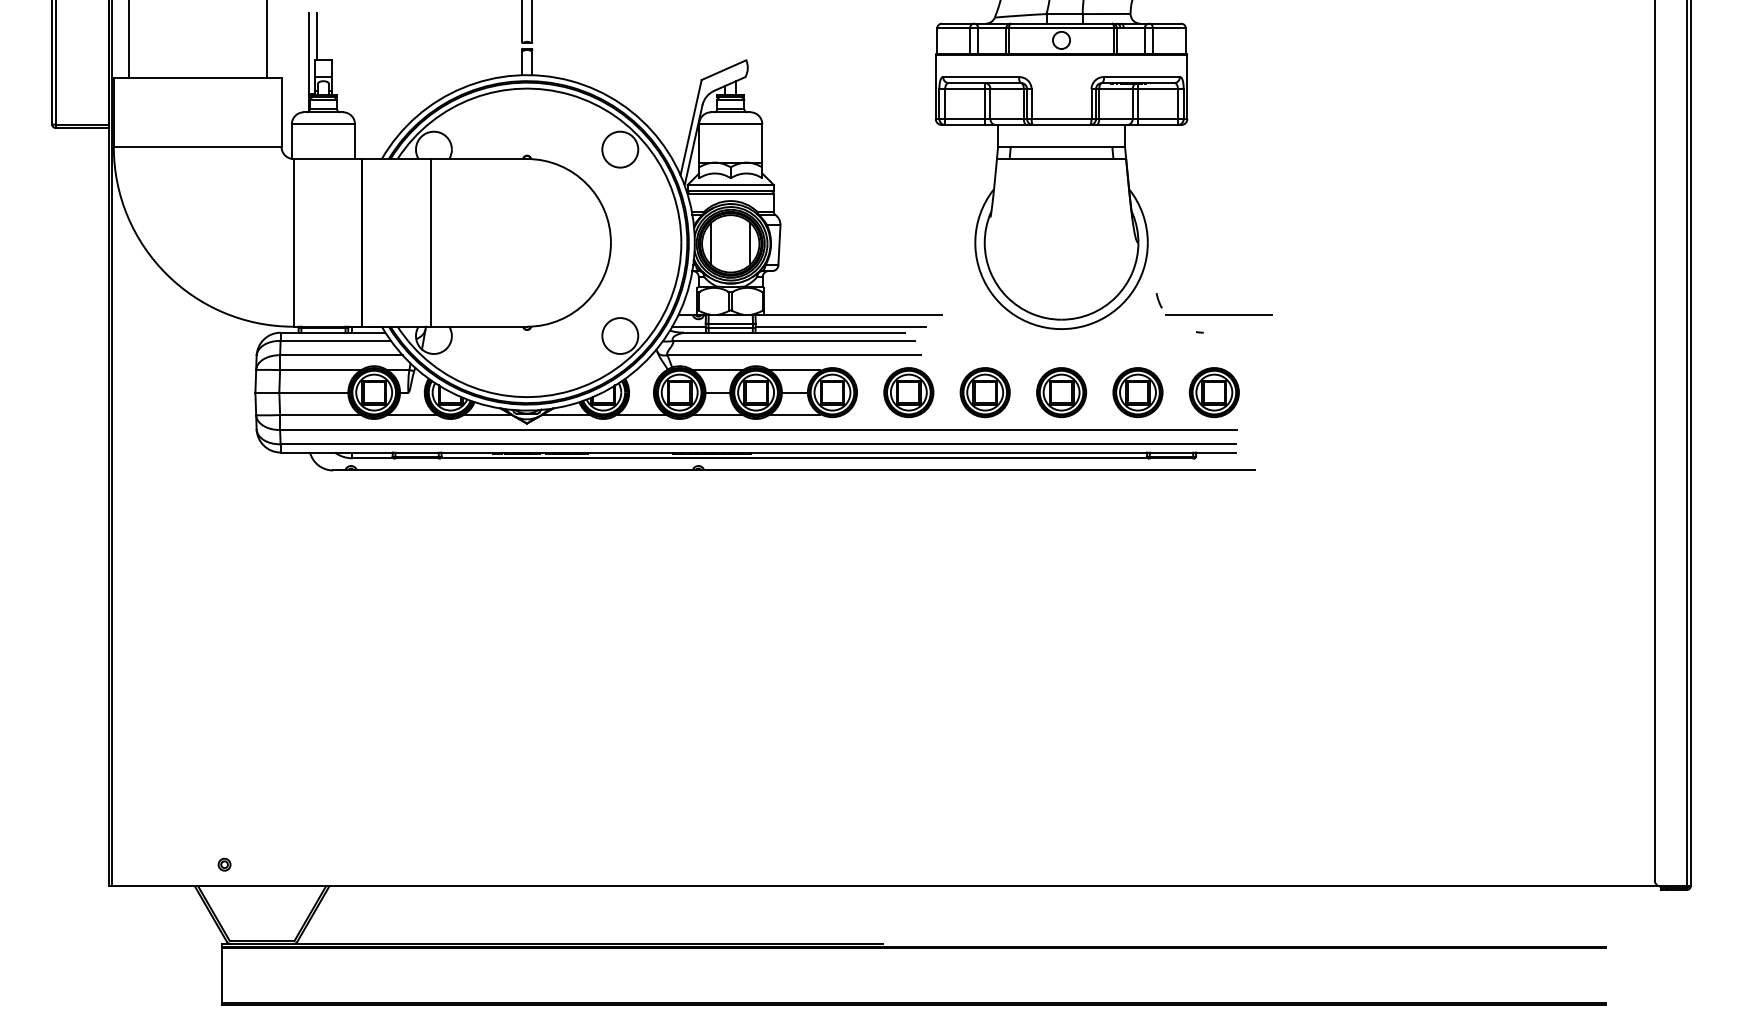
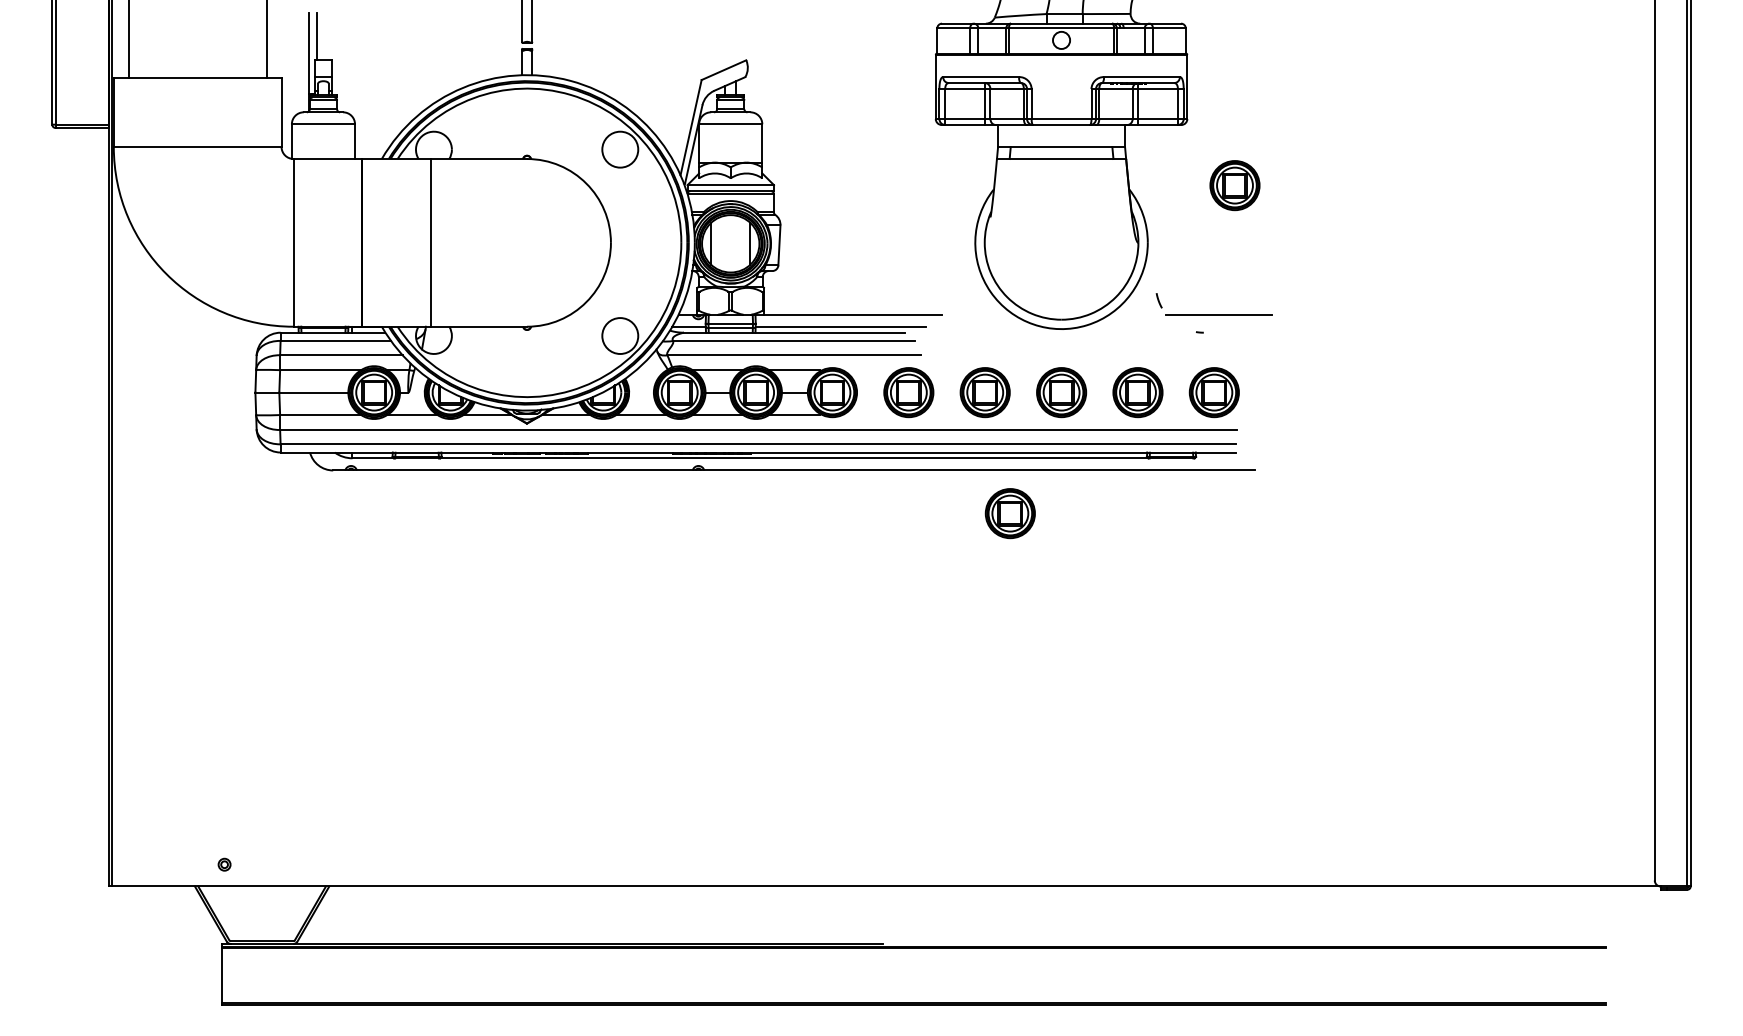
part at (1234, 185): none -> present
part at (1009, 513): none -> present
